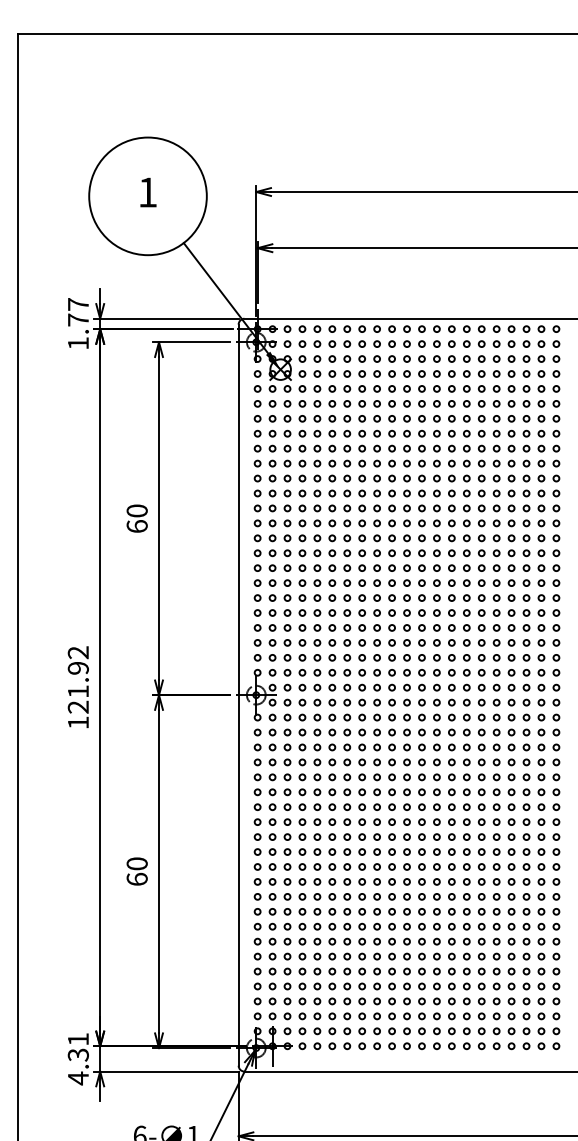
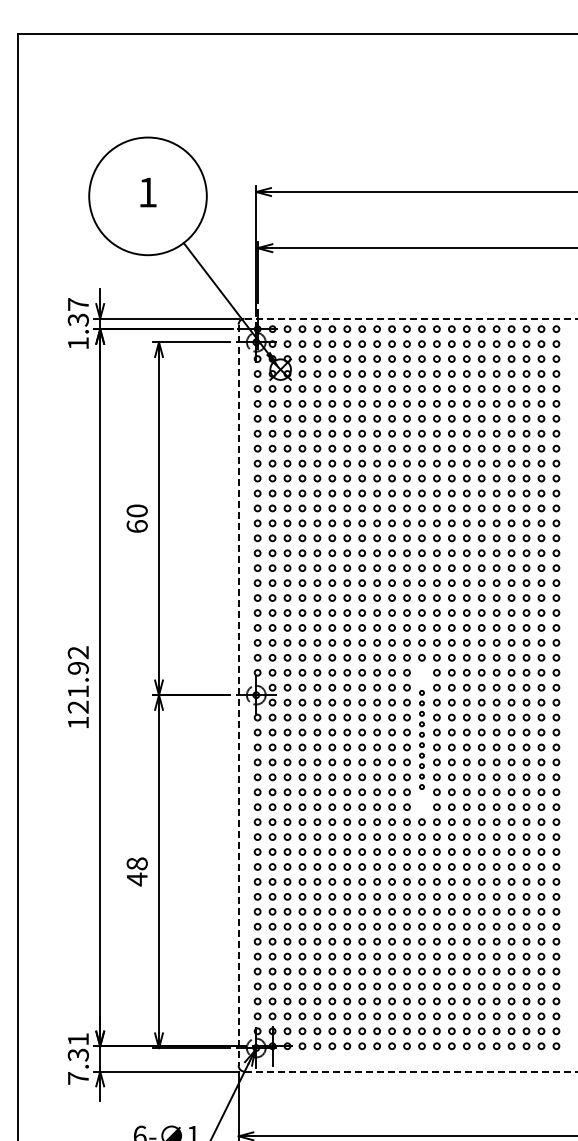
line at (410, 318): solid -> dashed
text at (77, 319): 1.77 -> 1.37
line at (238, 695): solid -> dashed
part at (421, 739) size: 8x142 px -> 6x100 px
text at (136, 871): 60 -> 48
line at (411, 1071): solid -> dashed
text at (78, 1078): 4.31 -> 7.31
